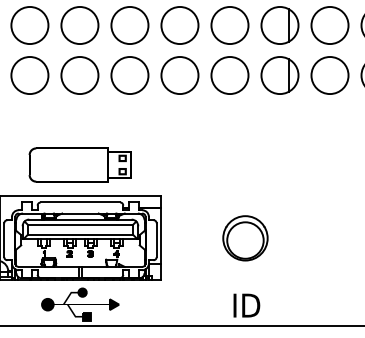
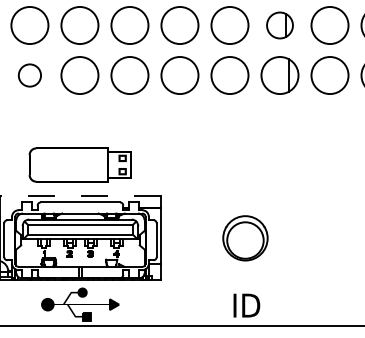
part at (279, 25) size: 40x39 px -> 28x29 px
circle at (29, 75) diameter: 37 px -> 22 px
line at (79, 196): solid -> dashed
